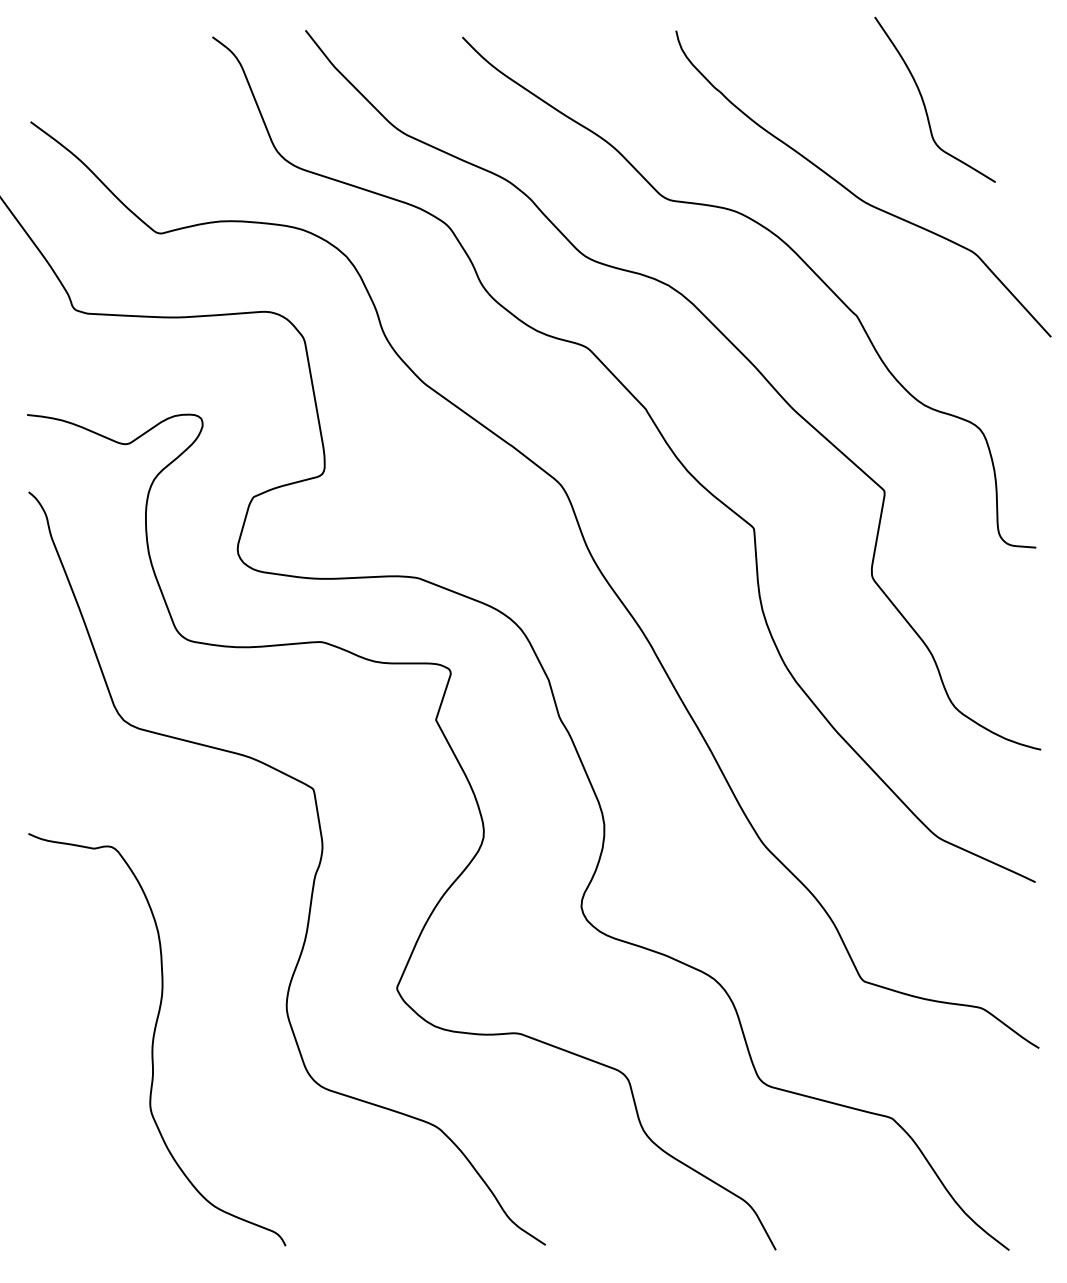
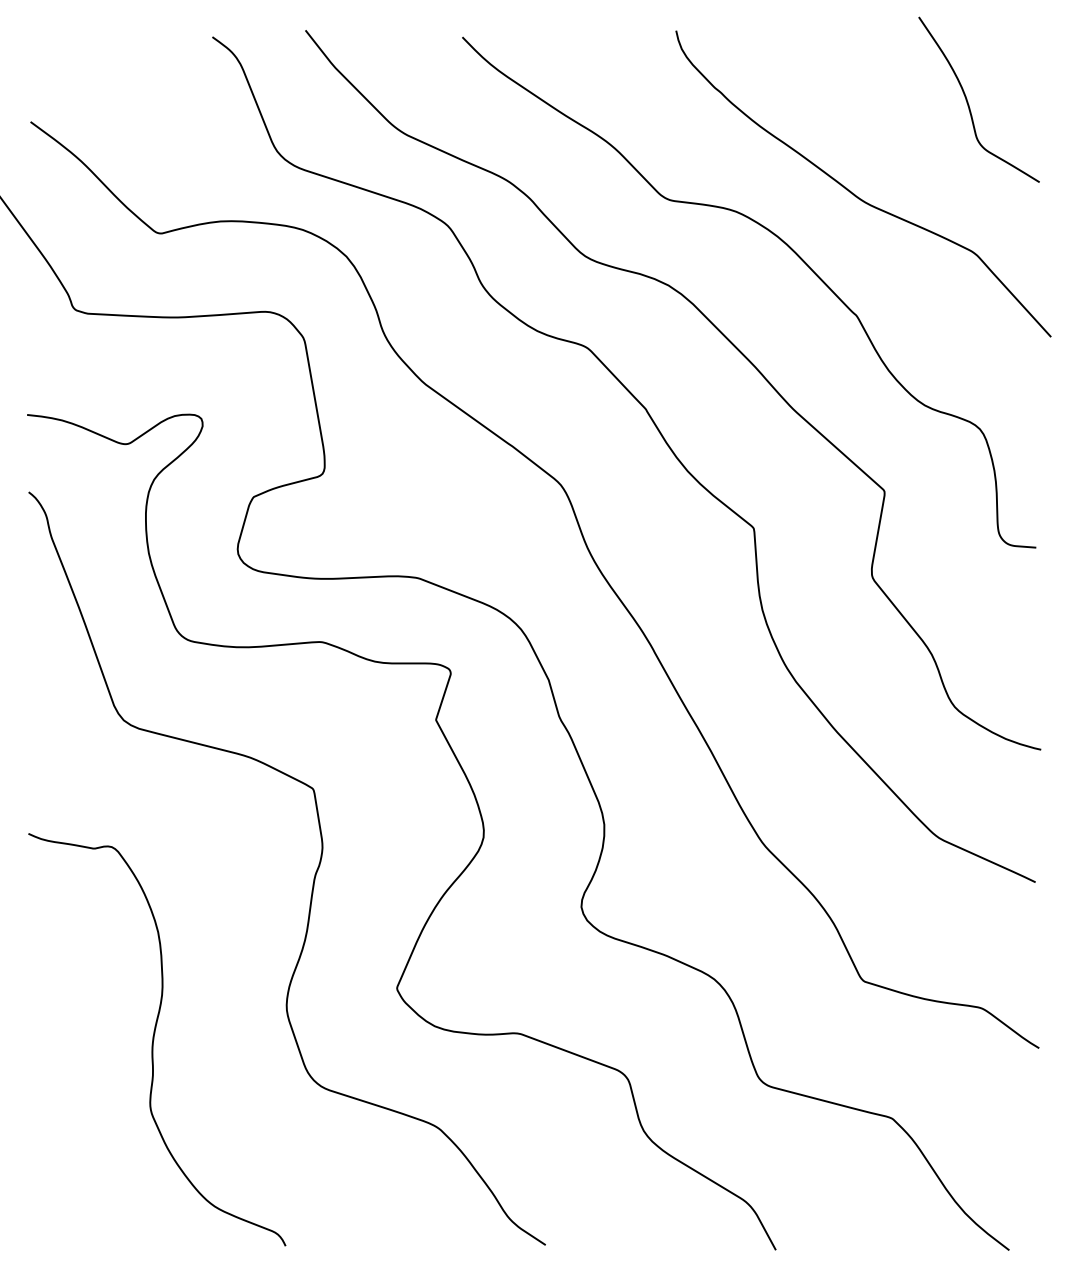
curve at (924, 101) position: (924, 101) -> (968, 101)
